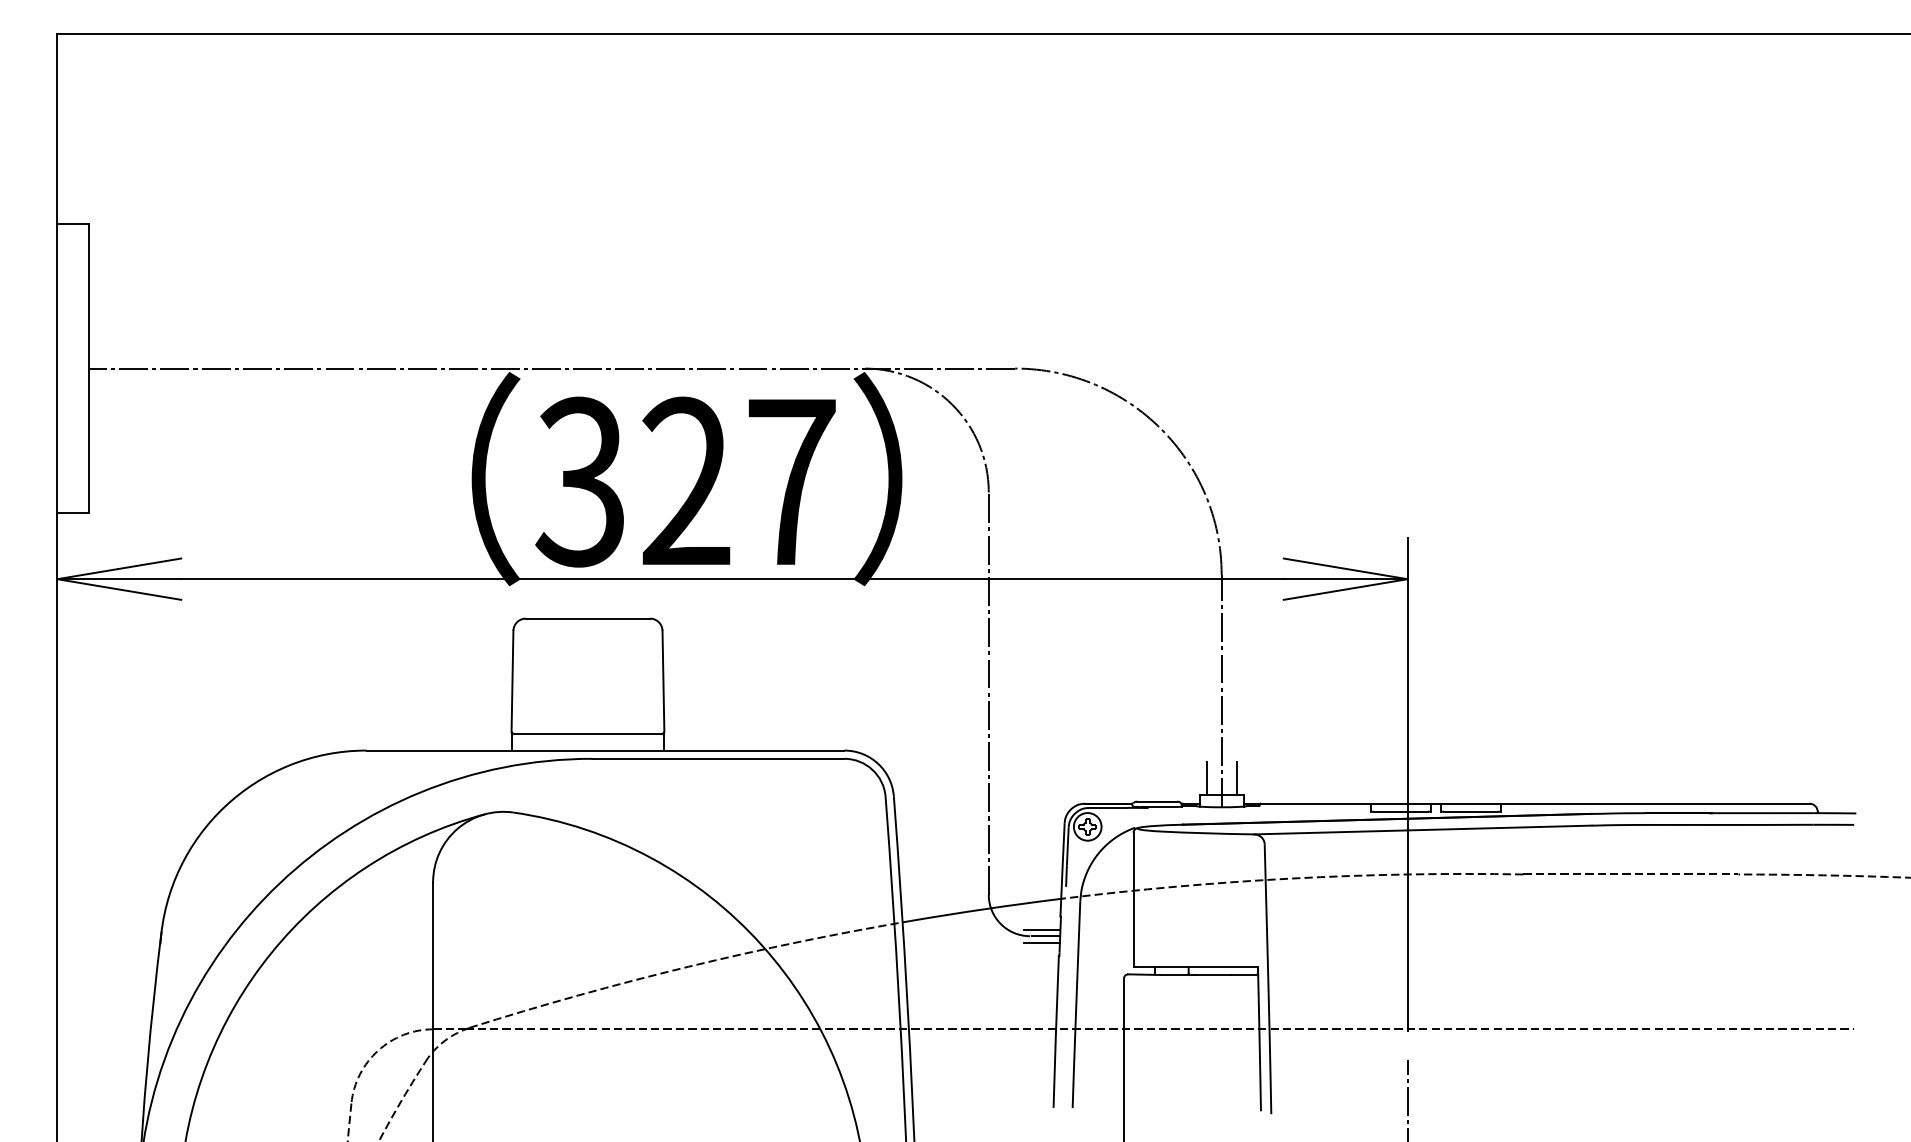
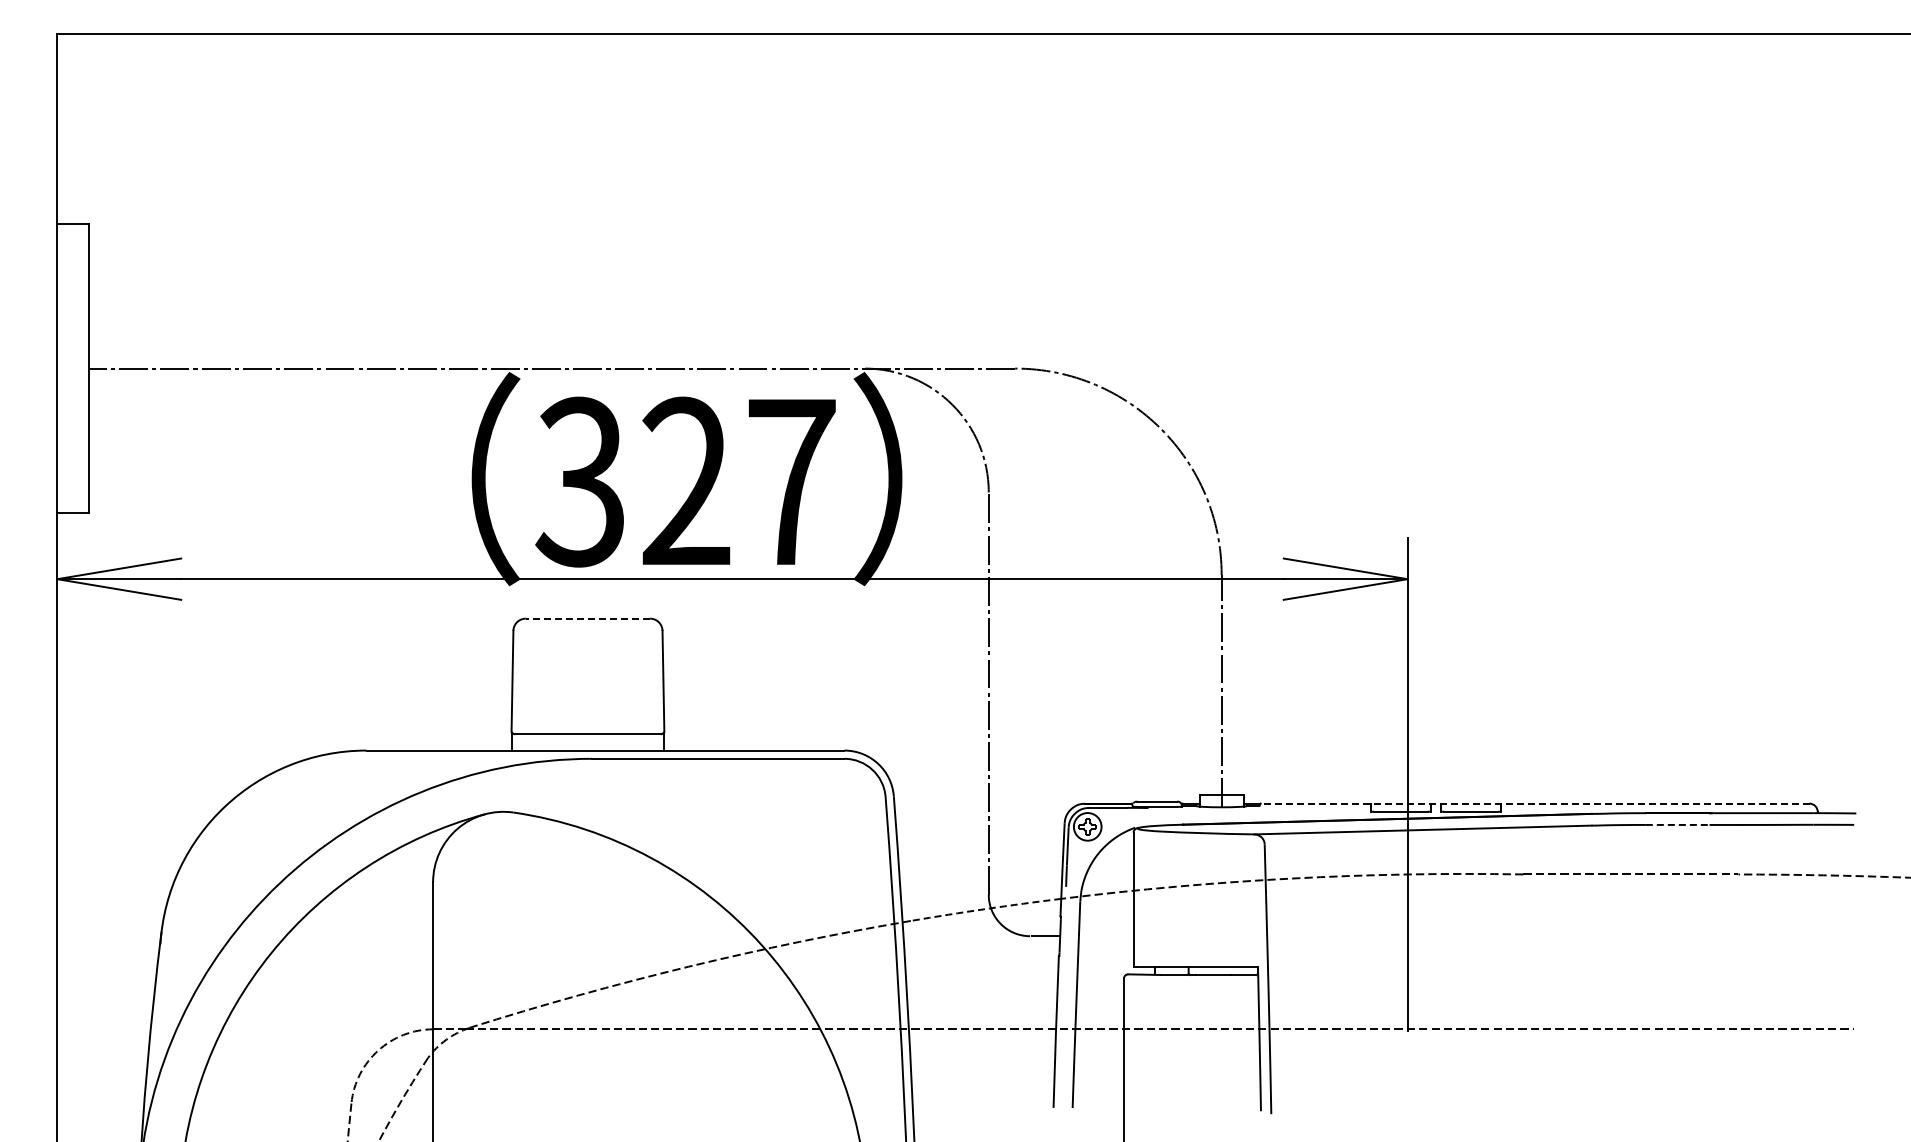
line at (587, 618): solid -> dashed
line at (1206, 778): present -> none
line at (1236, 778): present -> none
line at (1534, 803): solid -> dashed
line at (1677, 824): solid -> dashed
arc at (985, 909): solid -> dashed
line at (1041, 929): present -> none
line at (1041, 942): present -> none
line at (1407, 1098): present -> none
